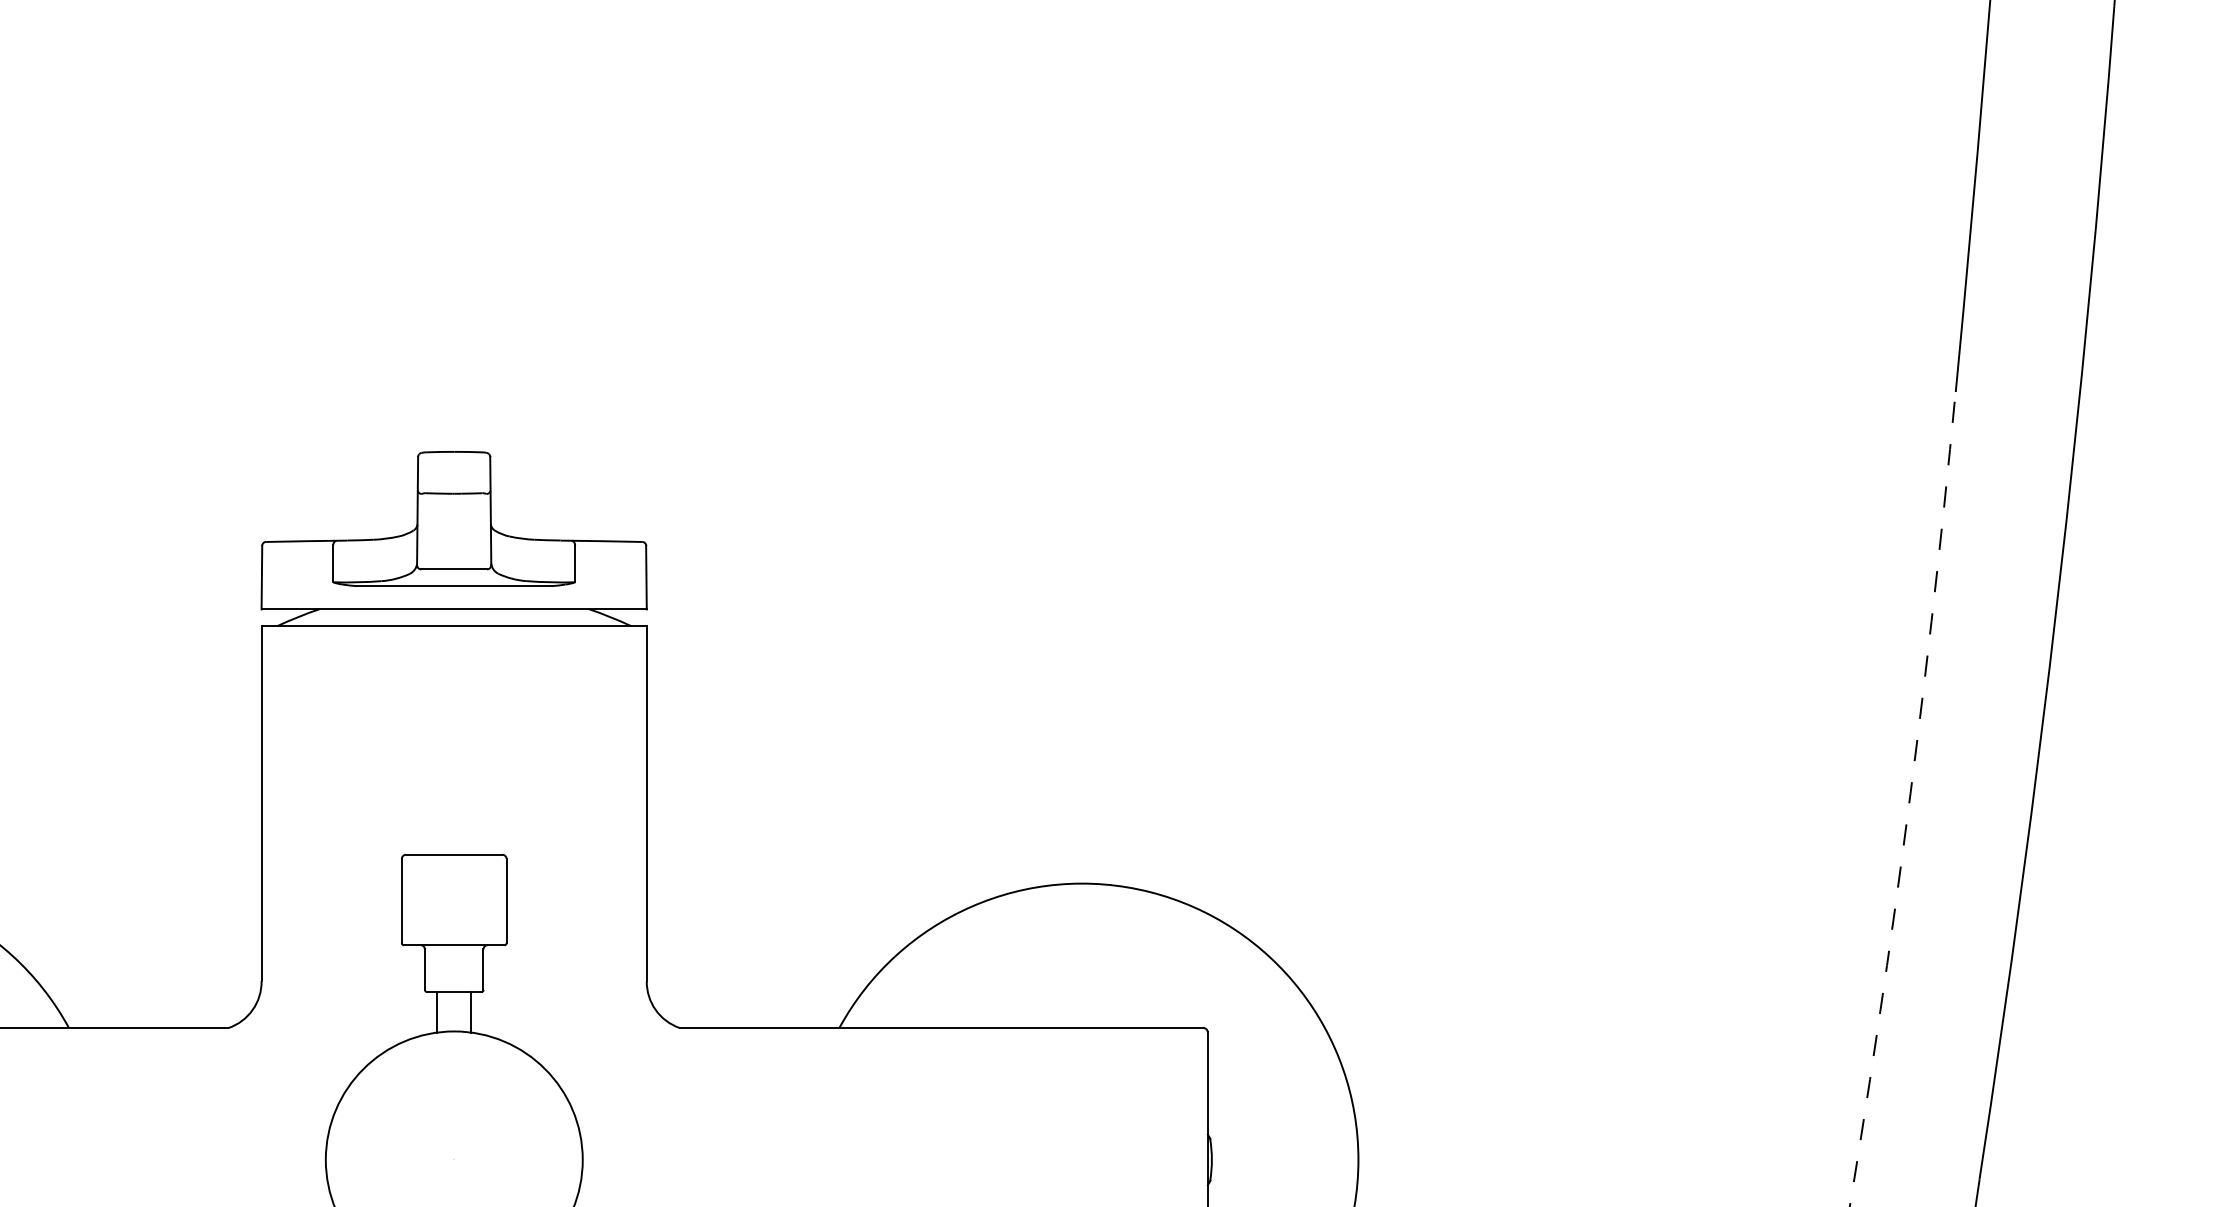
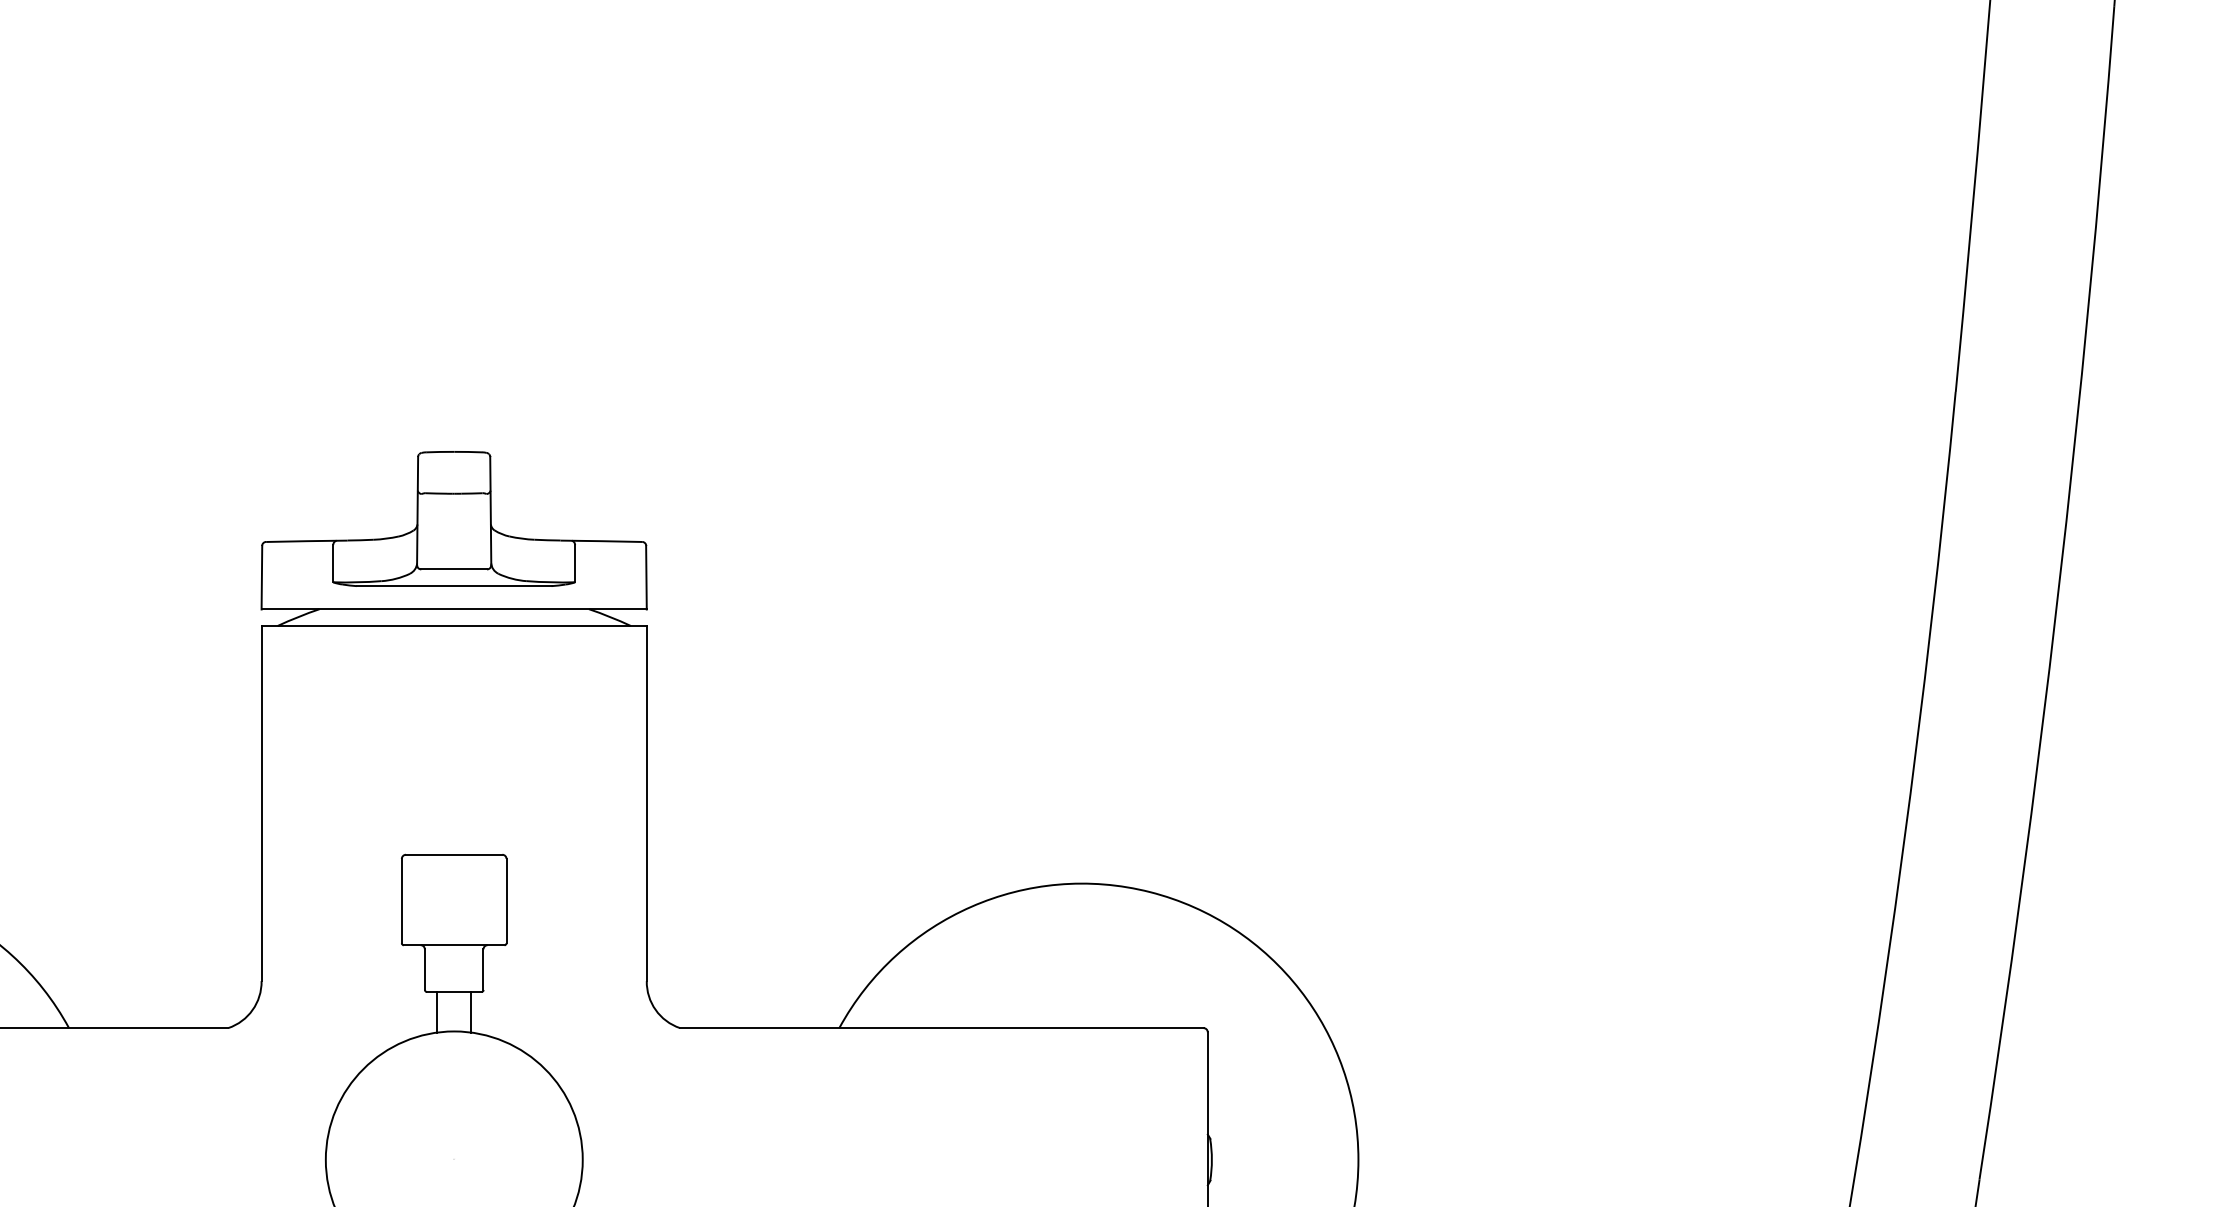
arc at (1909, 800): dashed -> solid
